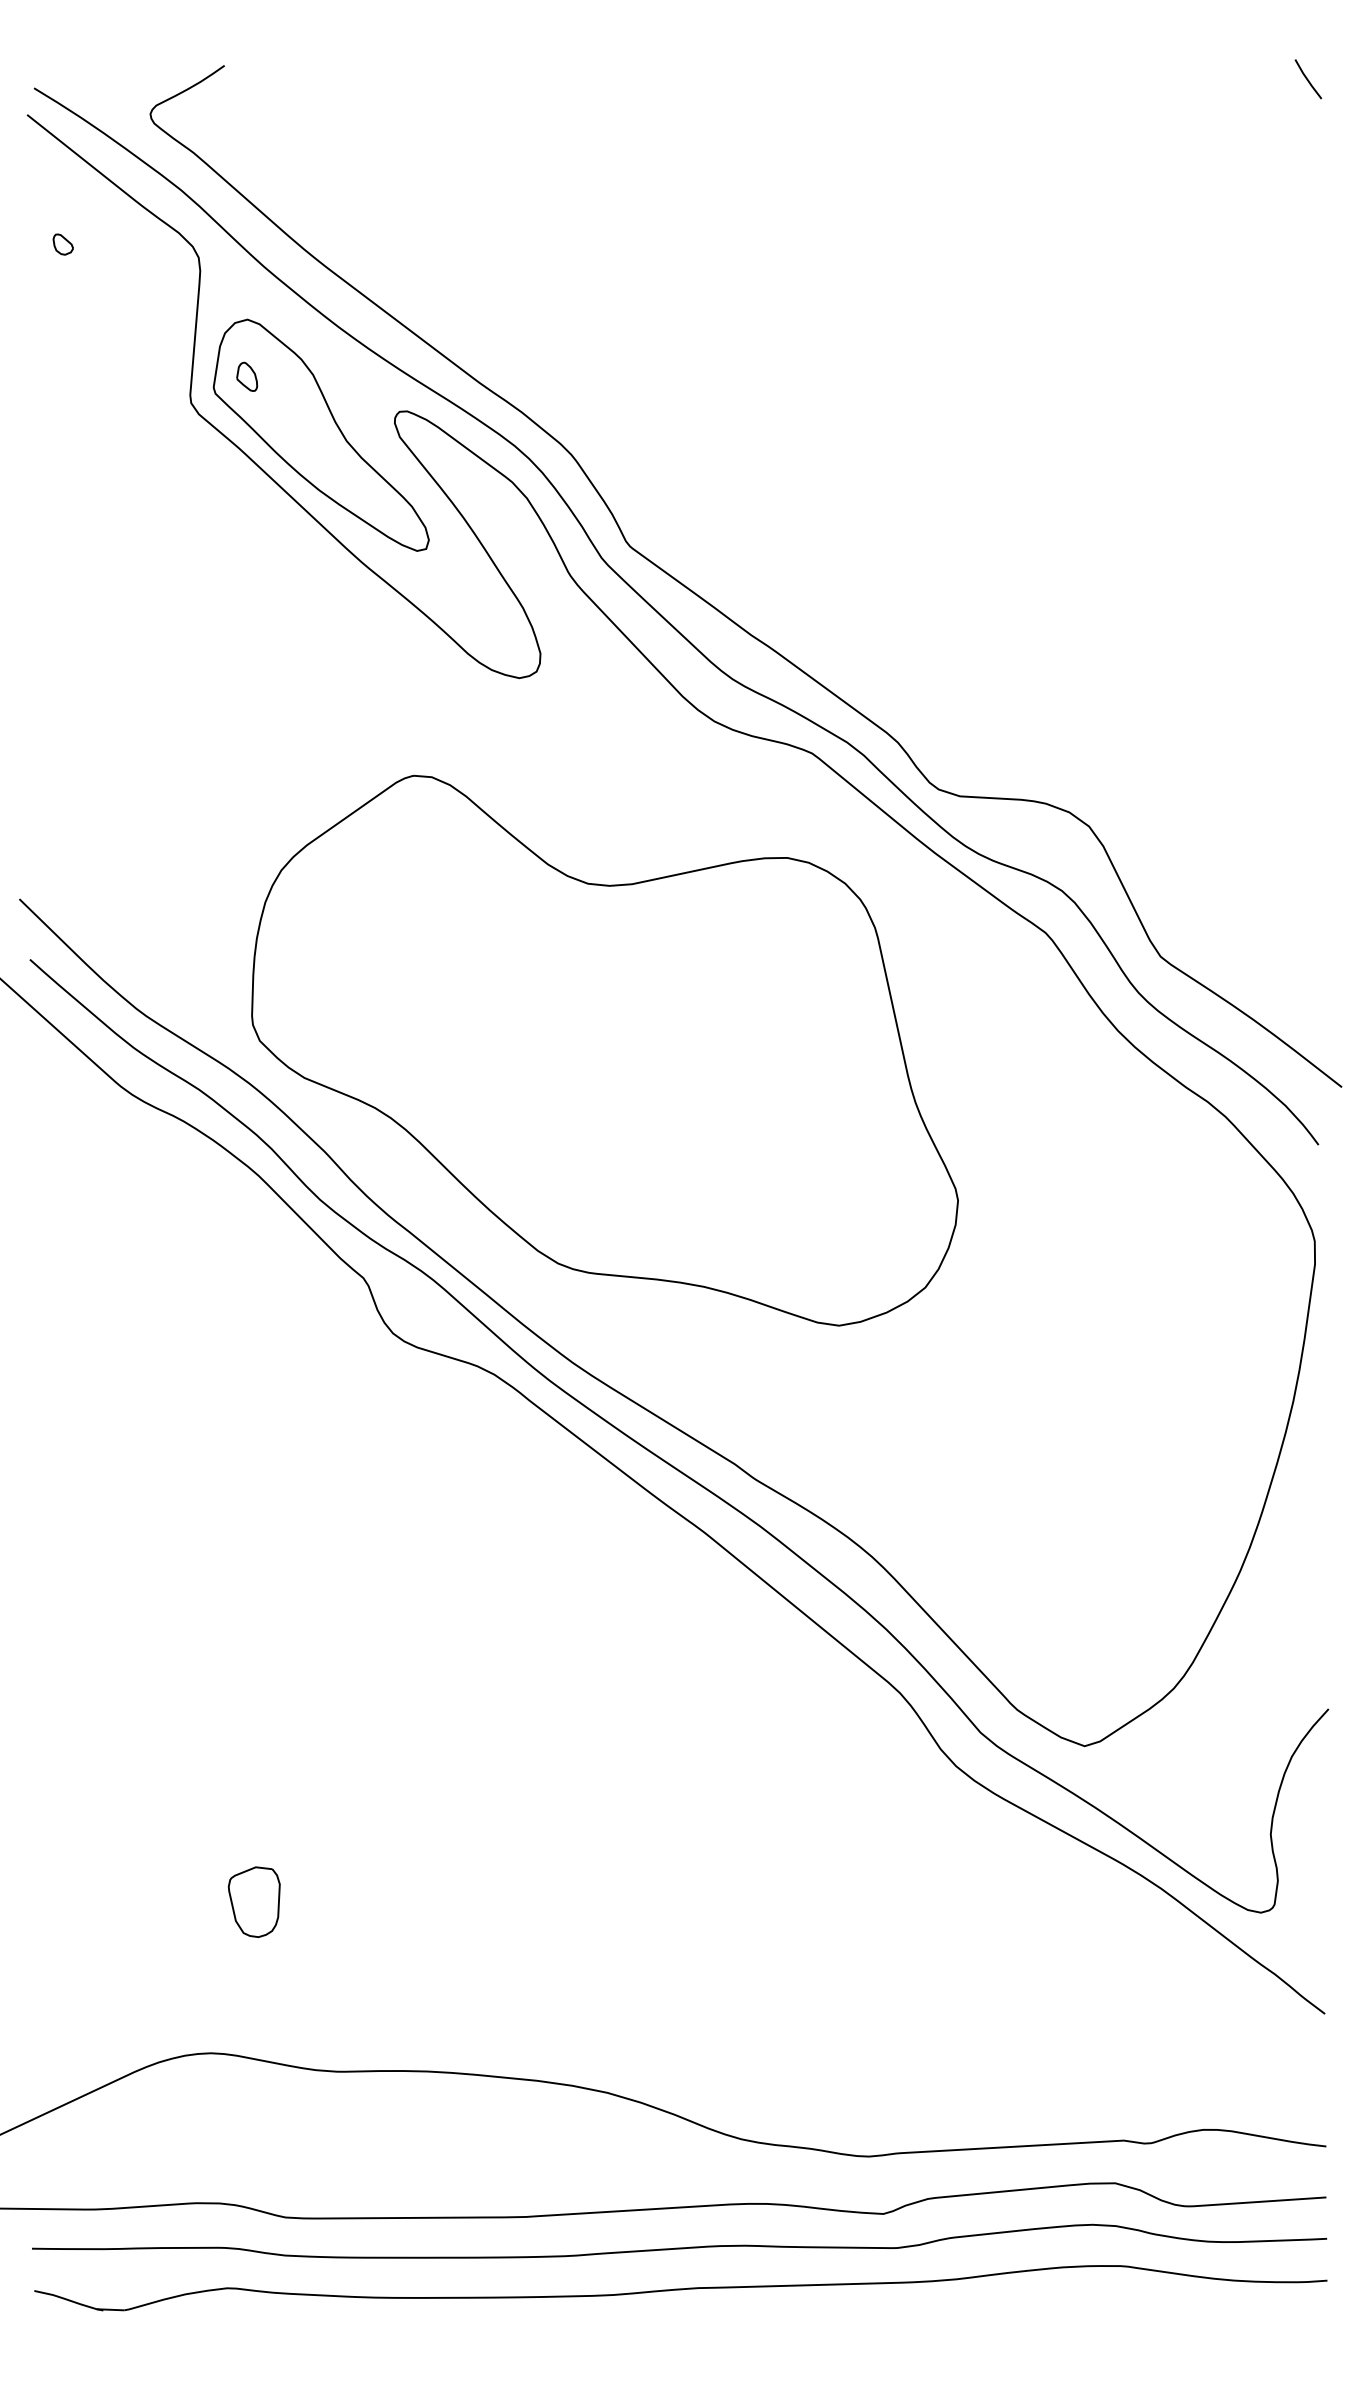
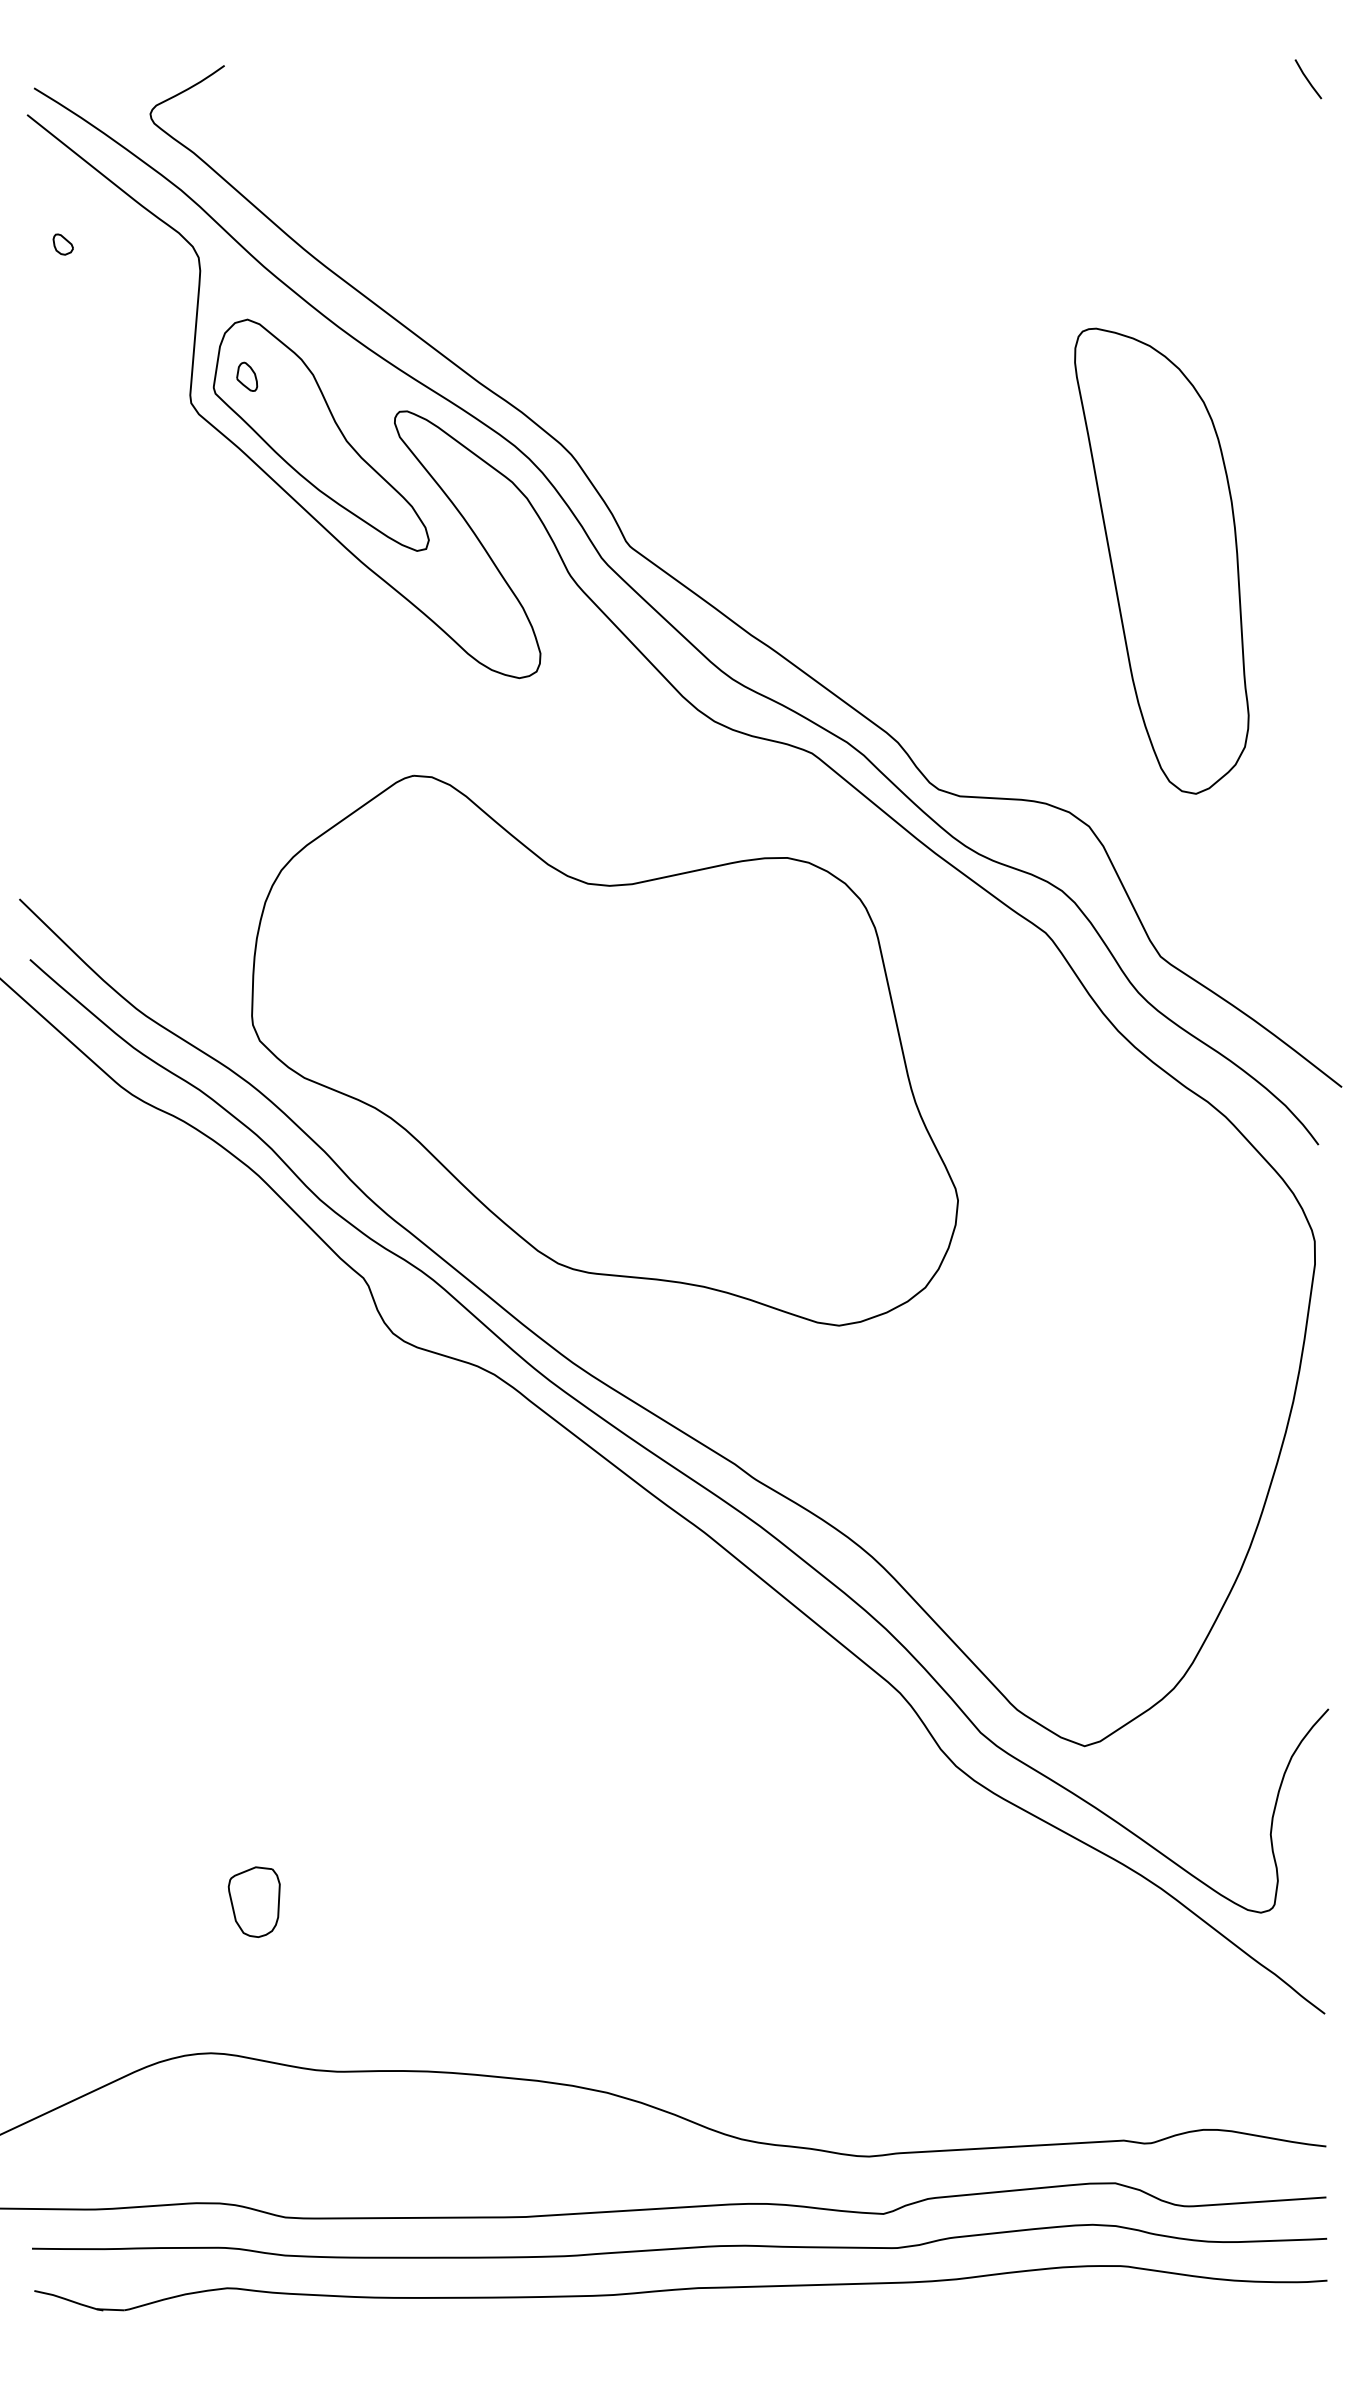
part at (1161, 560): none -> present
